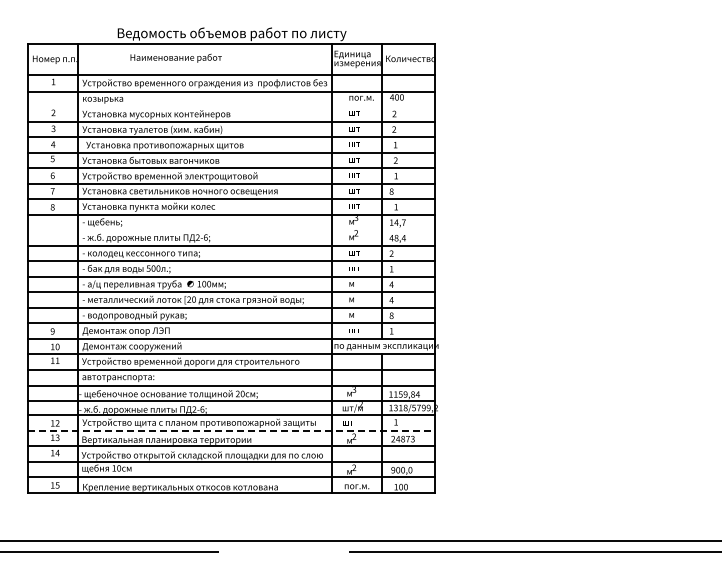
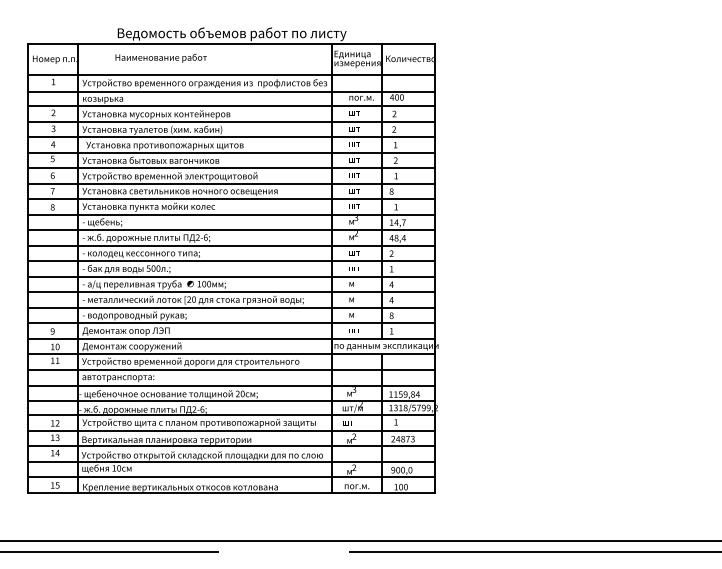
text at (175, 57) position: (175, 57) -> (160, 57)
line at (231, 106): none -> present
line at (231, 230): none -> present
line at (231, 430): dashed -> solid
